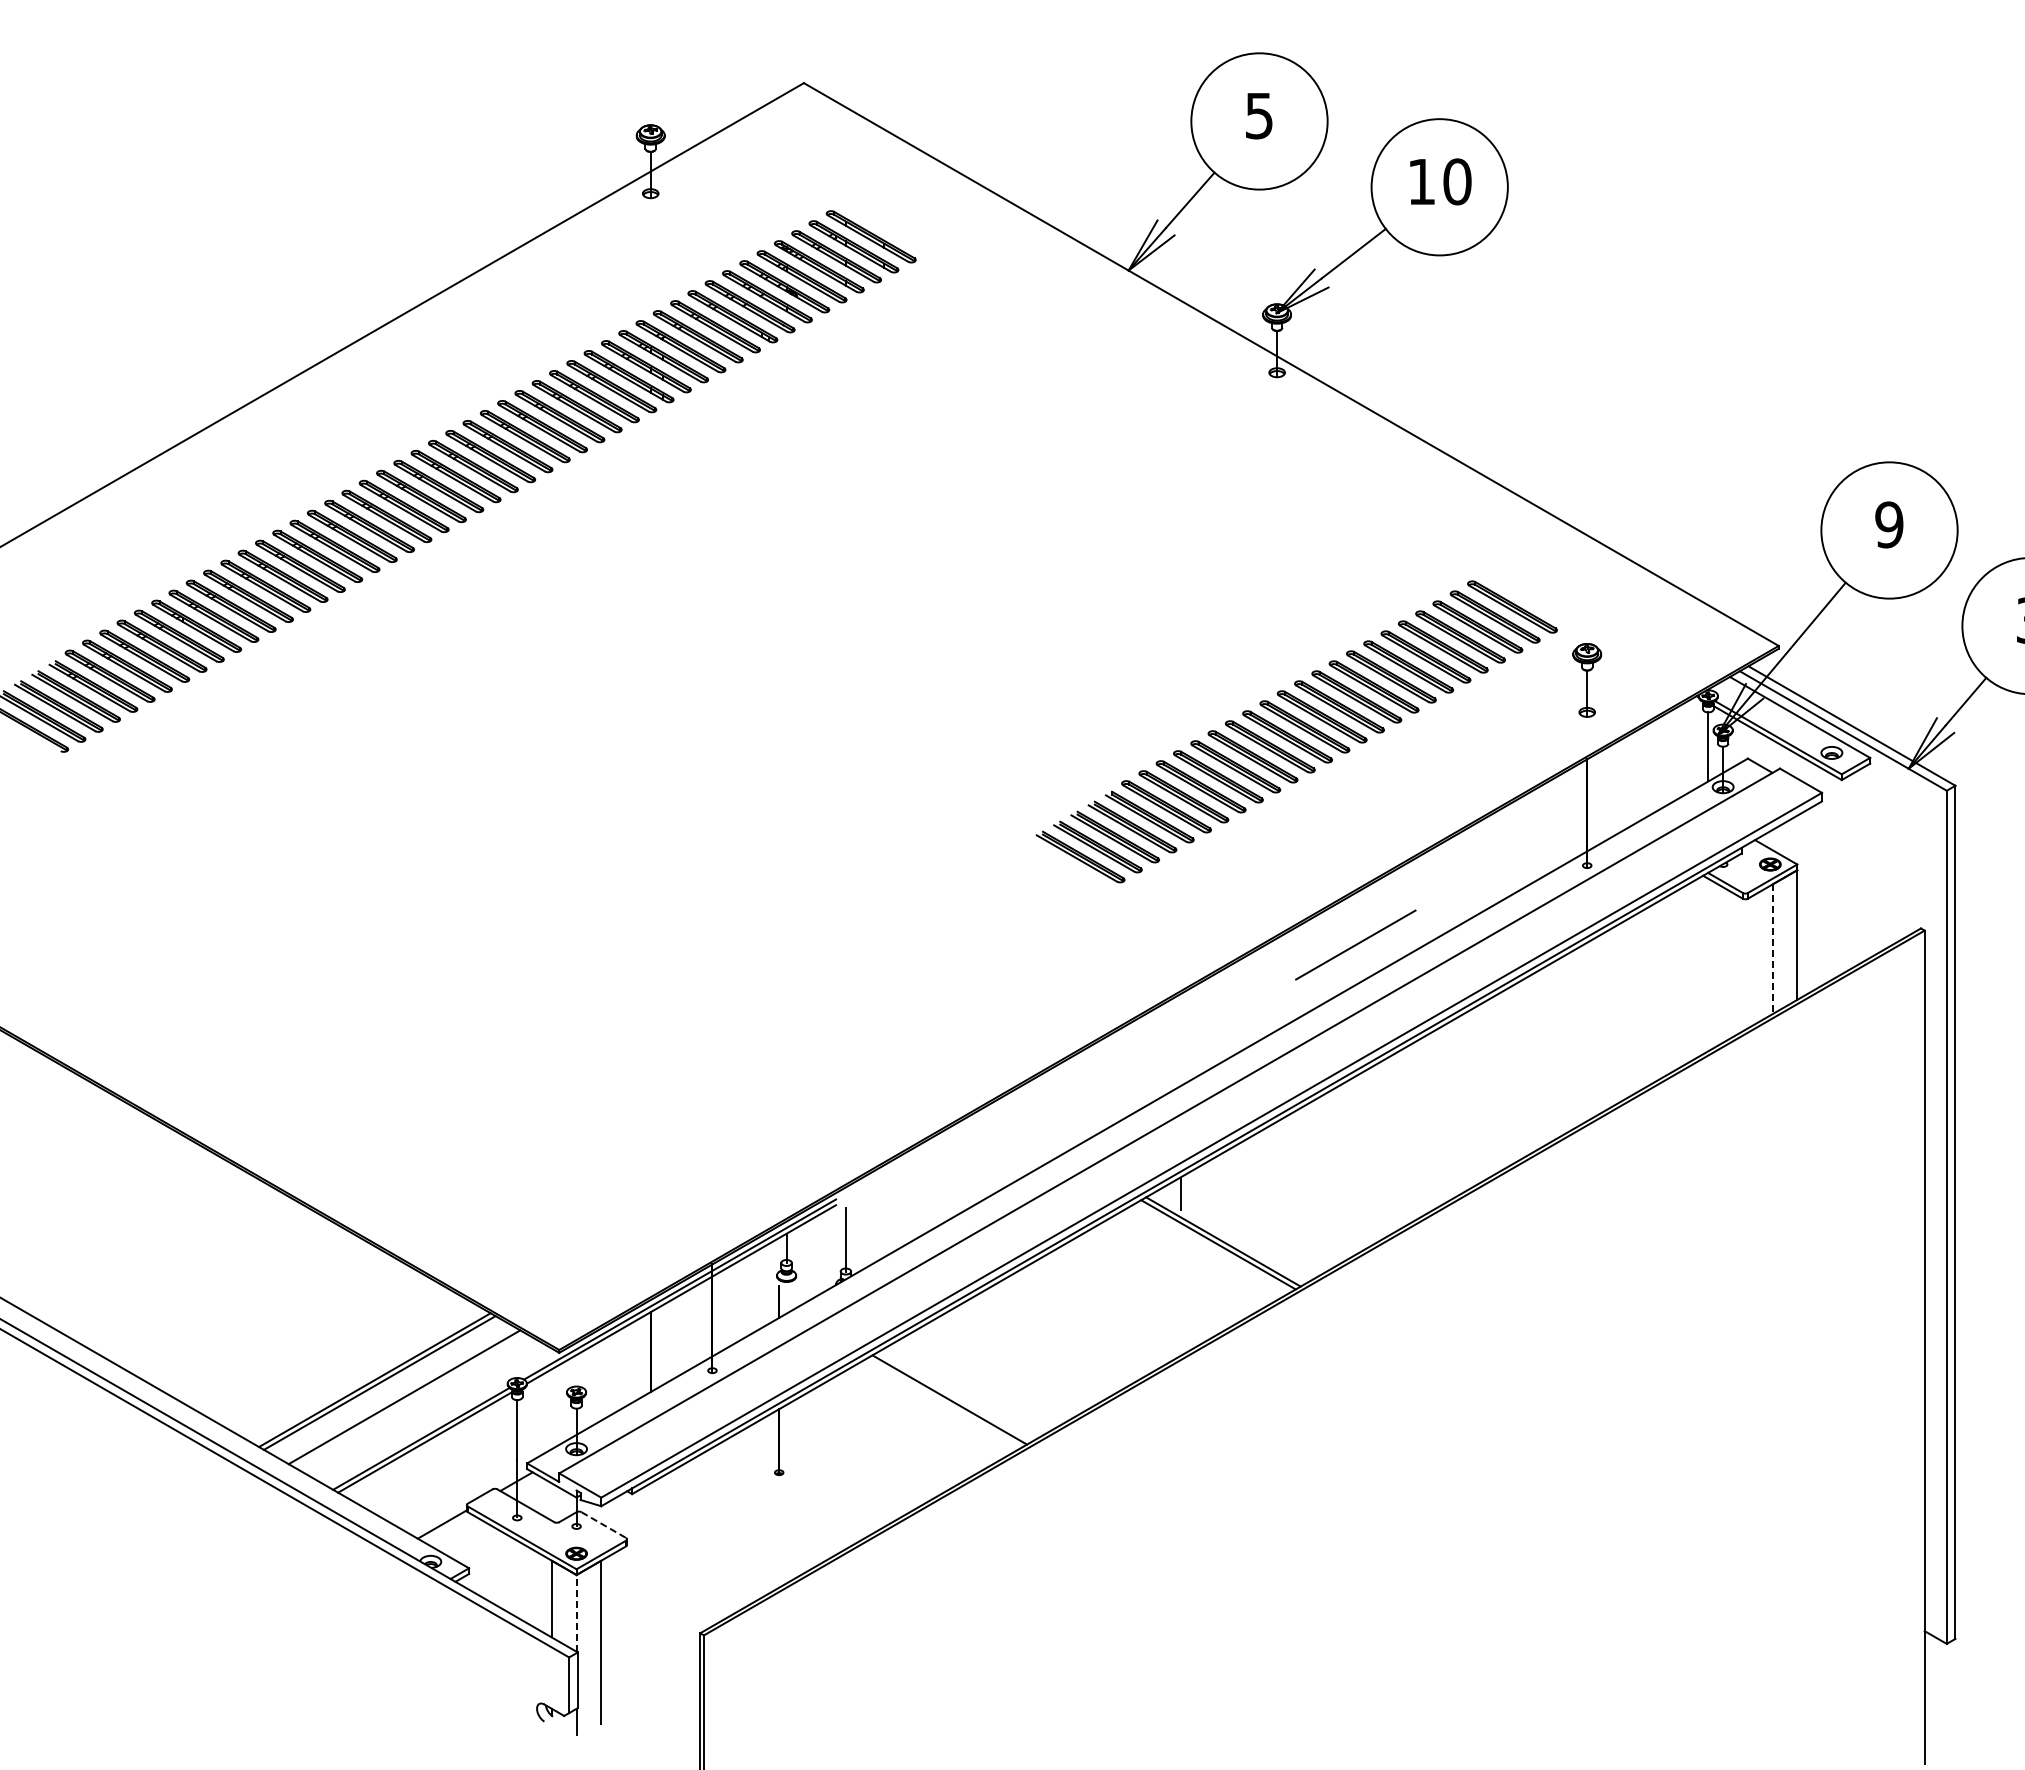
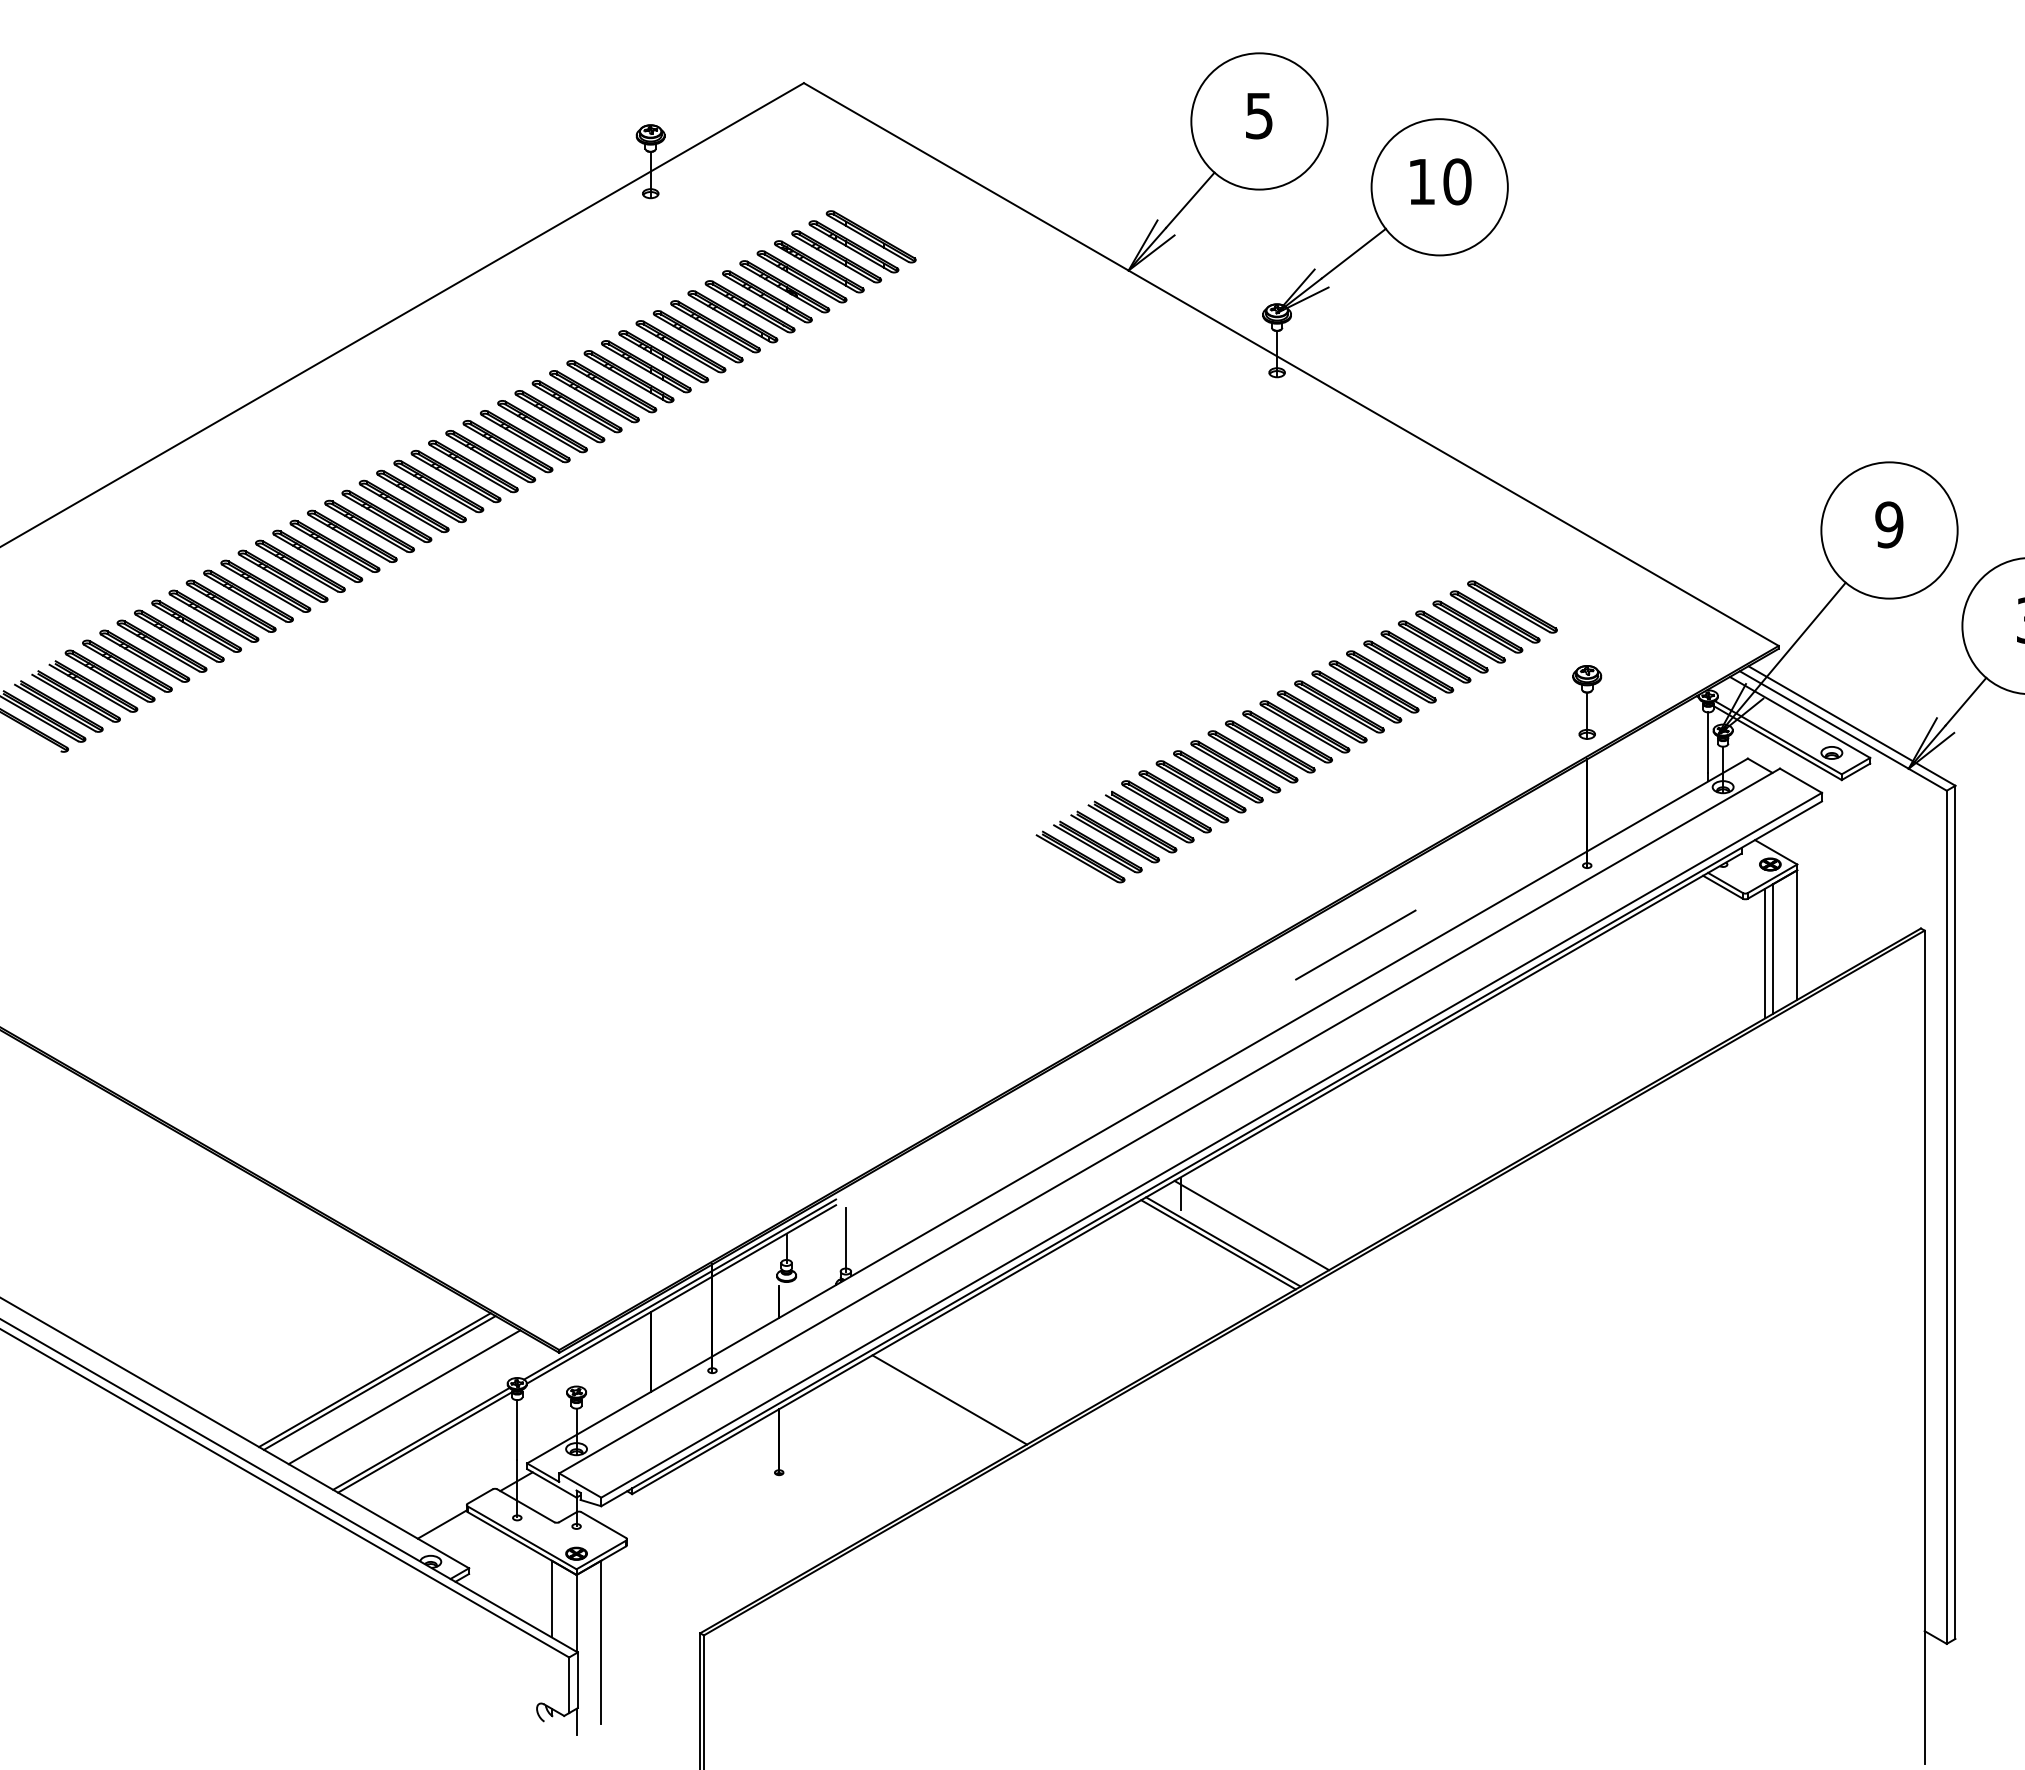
part at (1587, 680) position: (1587, 680) -> (1587, 702)
line at (1772, 949): dashed -> solid
line at (1765, 953): none -> present
line at (1251, 1225): none -> present
line at (603, 1525): dashed -> solid
line at (576, 1612): dashed -> solid
